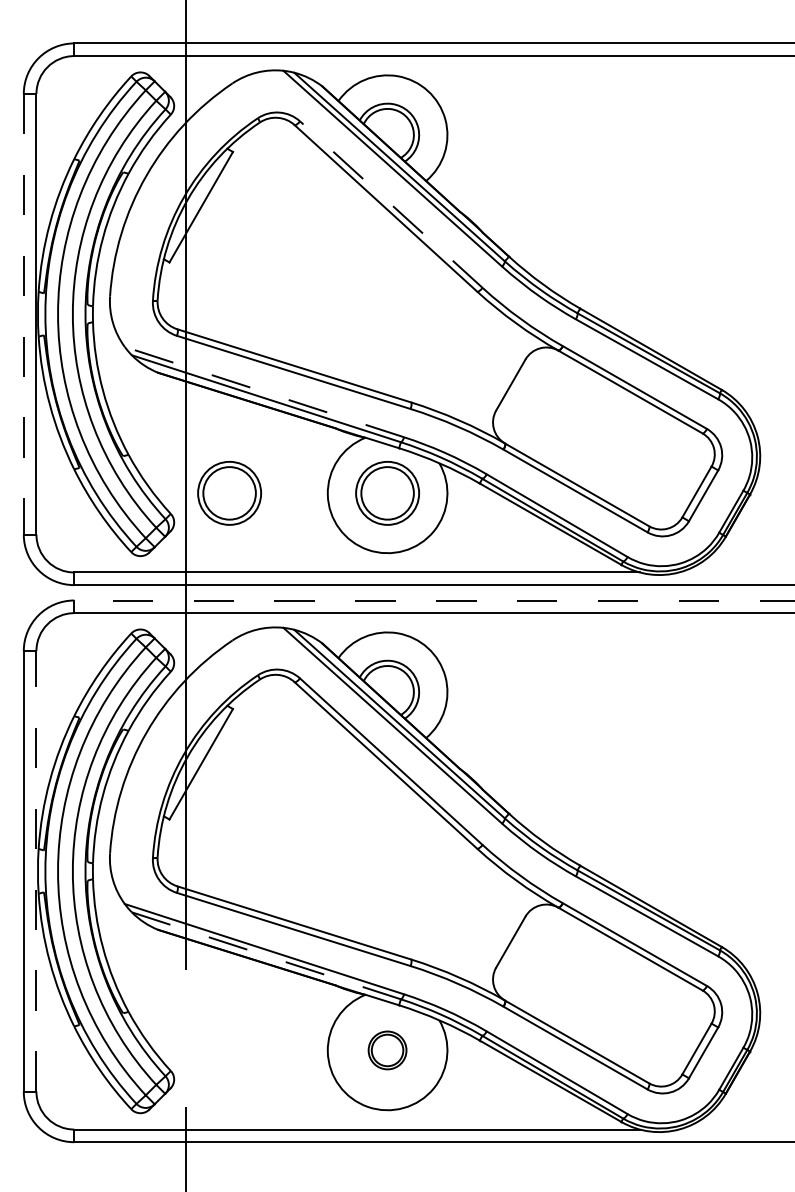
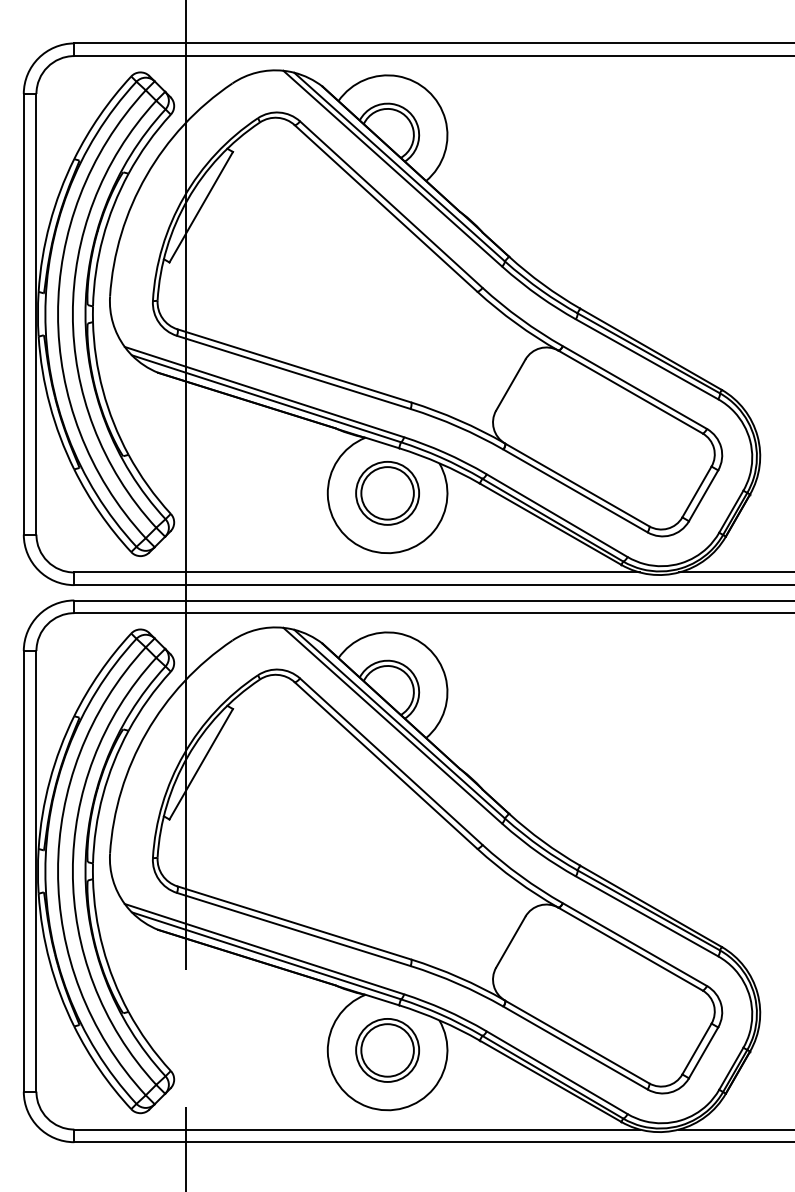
line at (391, 204): dashed -> solid
line at (23, 314): dashed -> solid
line at (264, 392): dashed -> solid
part at (229, 493): present -> none
line at (734, 572): none -> present
line at (434, 600): dashed -> solid
line at (36, 870): dashed -> solid
line at (266, 955): dashed -> solid
part at (387, 1050) size: 41x41 px -> 65x65 px
line at (734, 1129): none -> present
